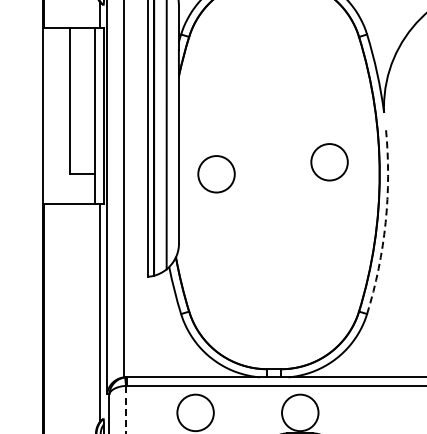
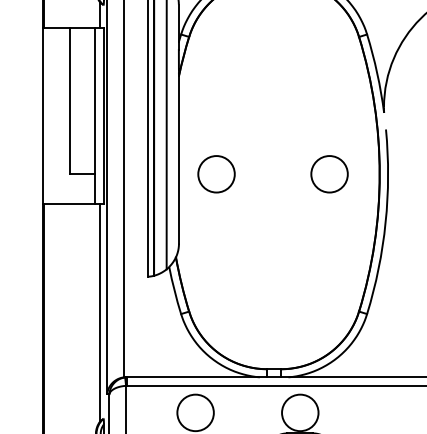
circle at (329, 162) position: (329, 162) -> (329, 174)
arc at (385, 222): dashed -> solid
line at (126, 409): dashed -> solid
